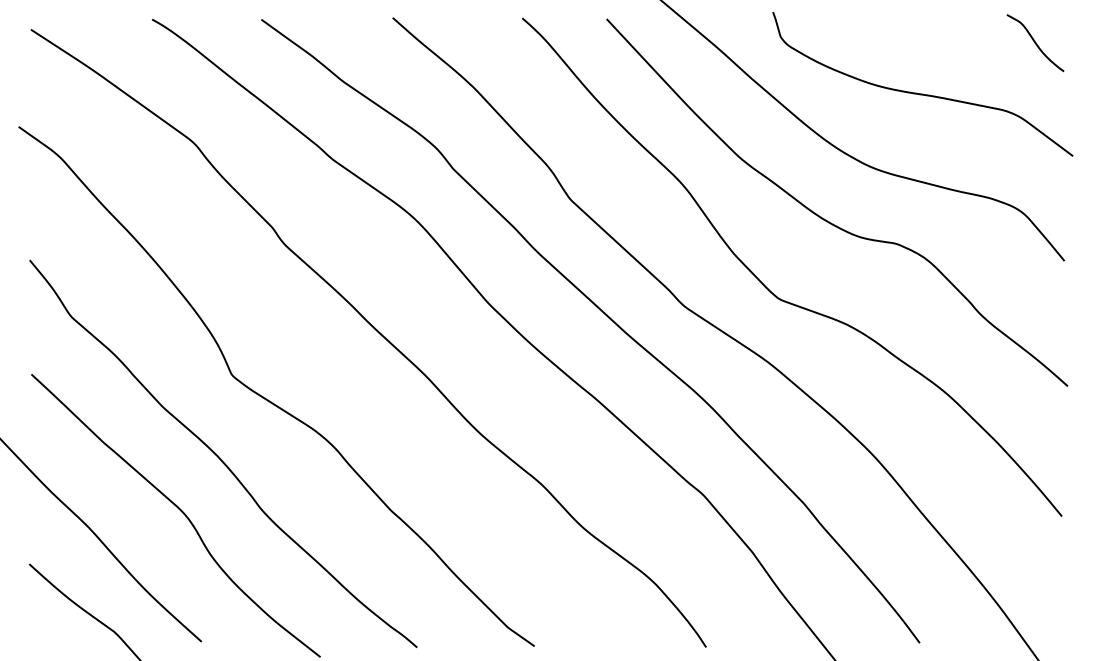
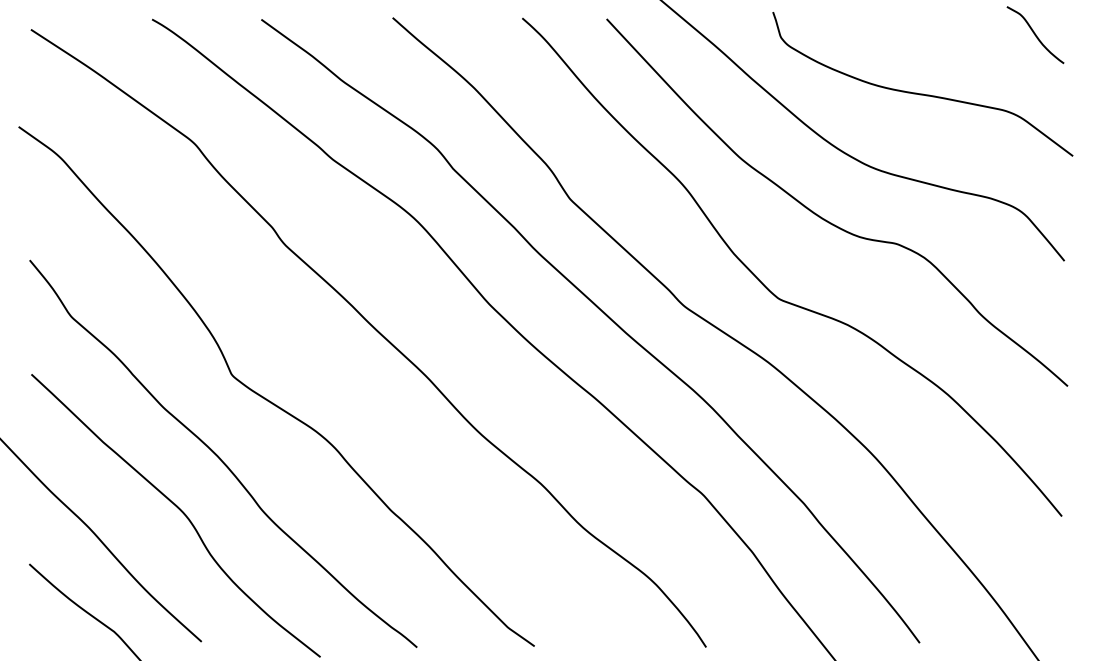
curve at (1035, 43) position: (1035, 43) -> (1035, 35)
